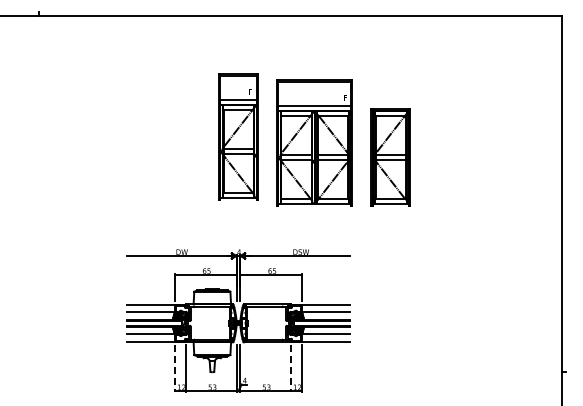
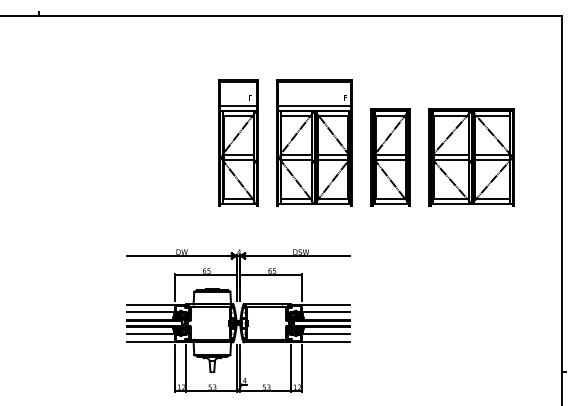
part at (238, 136) position: (238, 136) -> (238, 142)
part at (471, 157): none -> present
line at (174, 369): dashed -> solid
line at (290, 369): dashed -> solid
